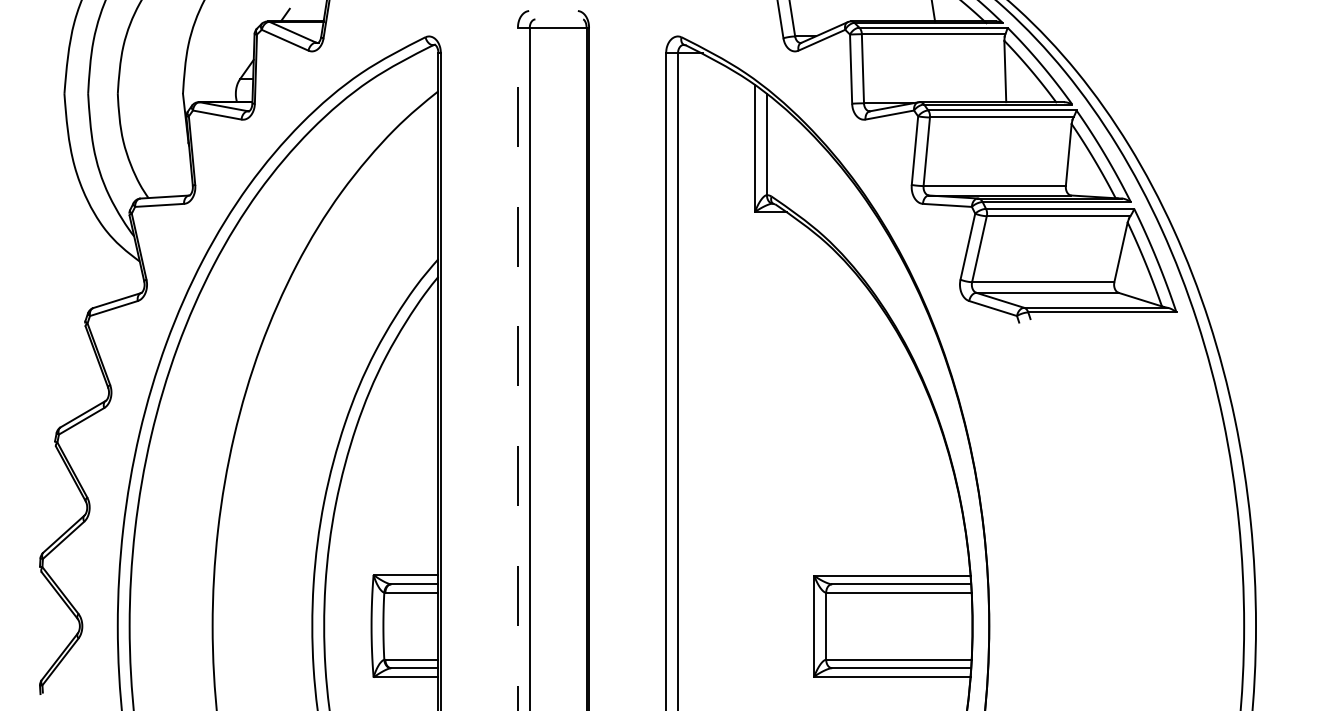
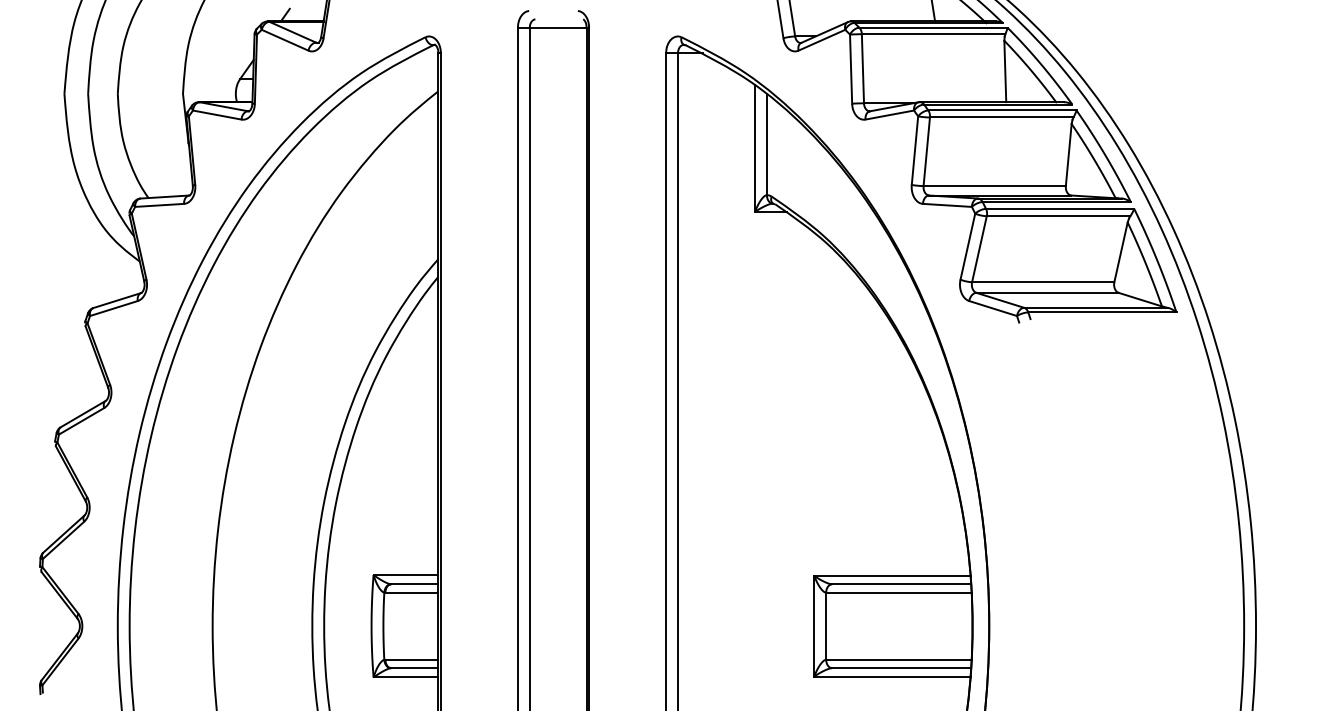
line at (517, 368): dashed -> solid
